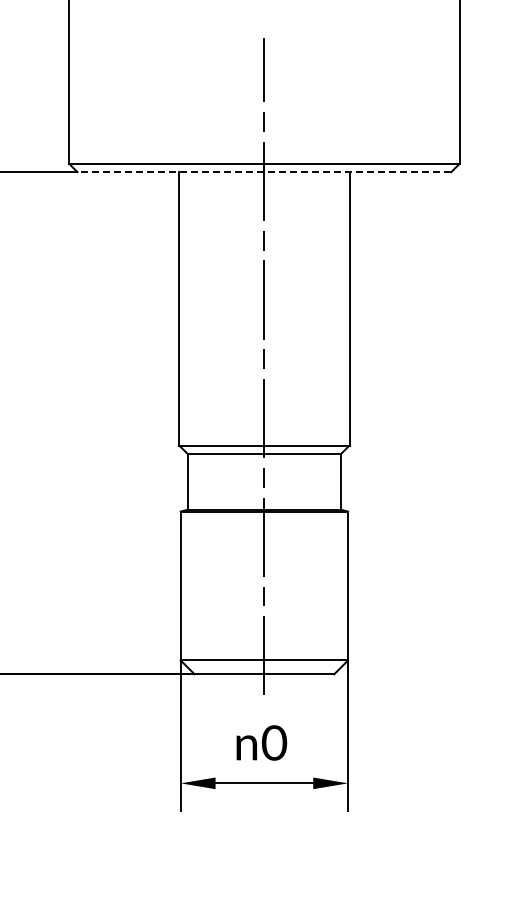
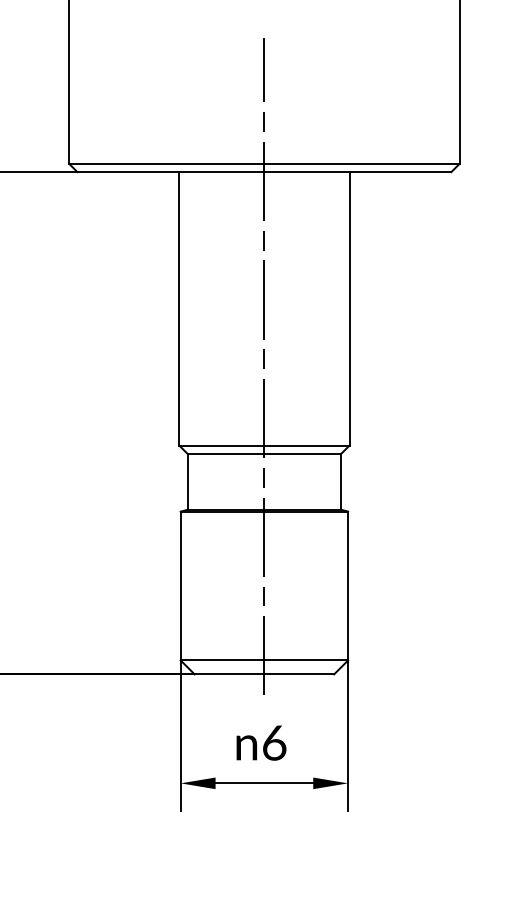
line at (264, 172): dashed -> solid
text at (274, 742): 0 -> 6
